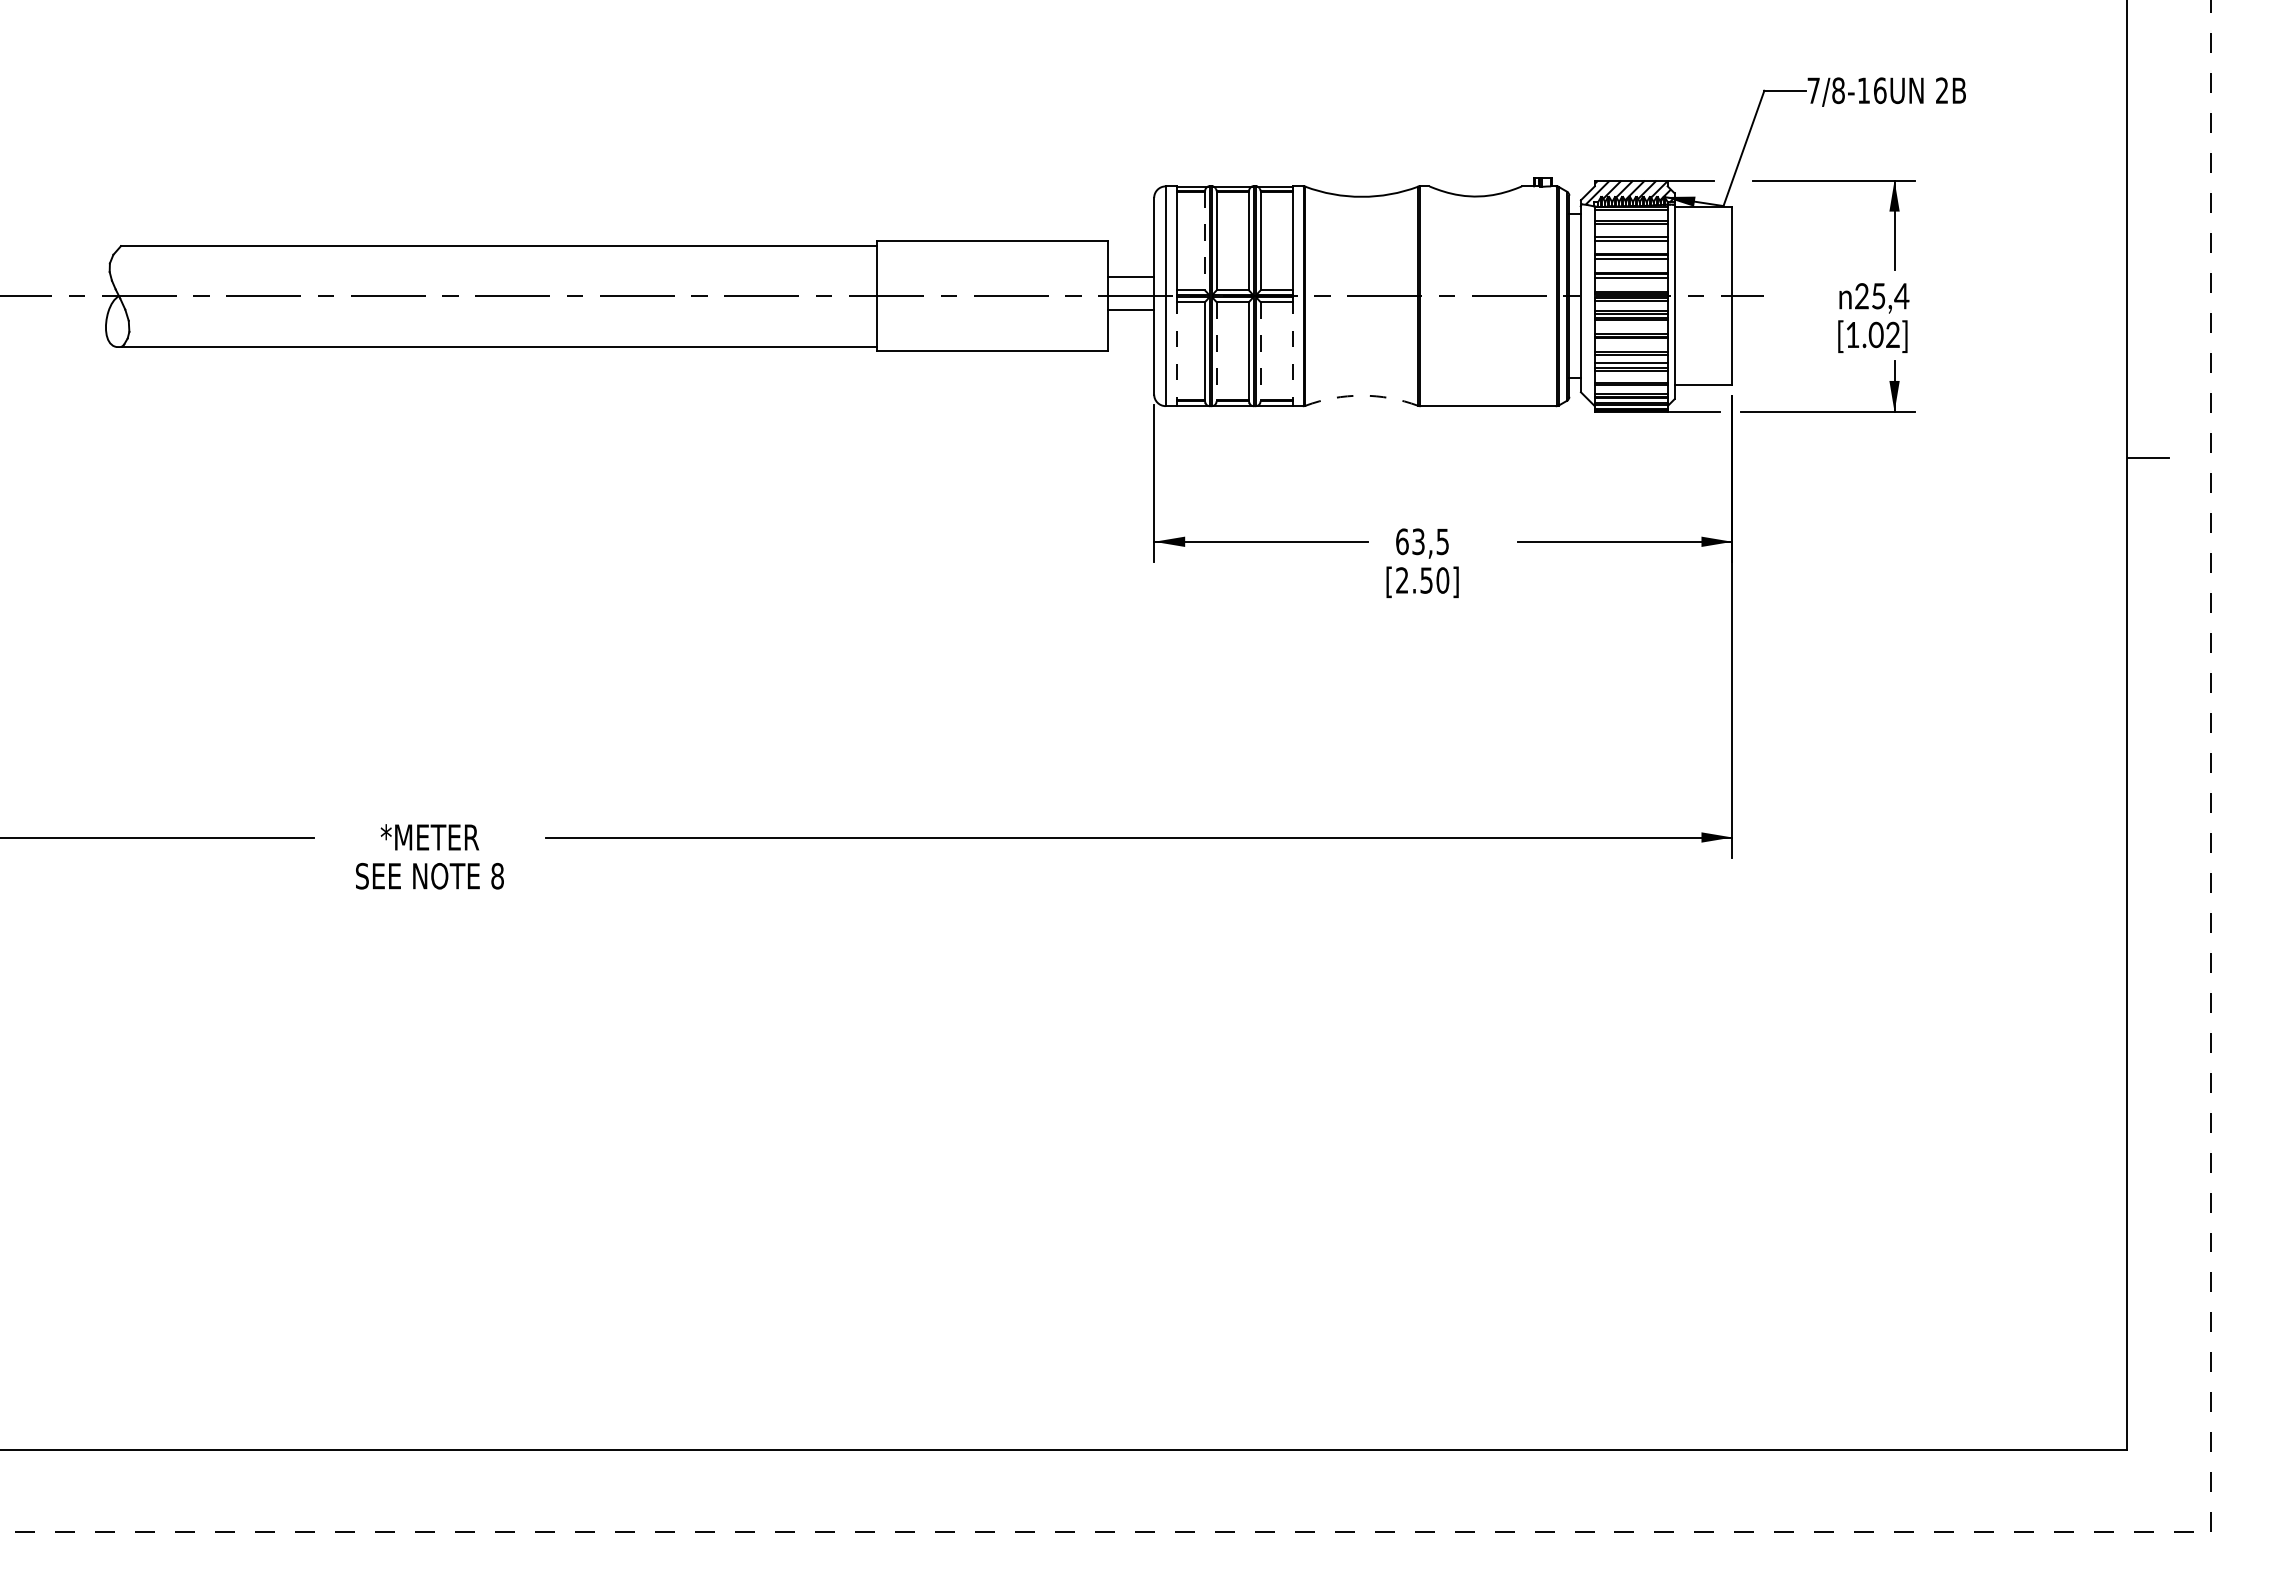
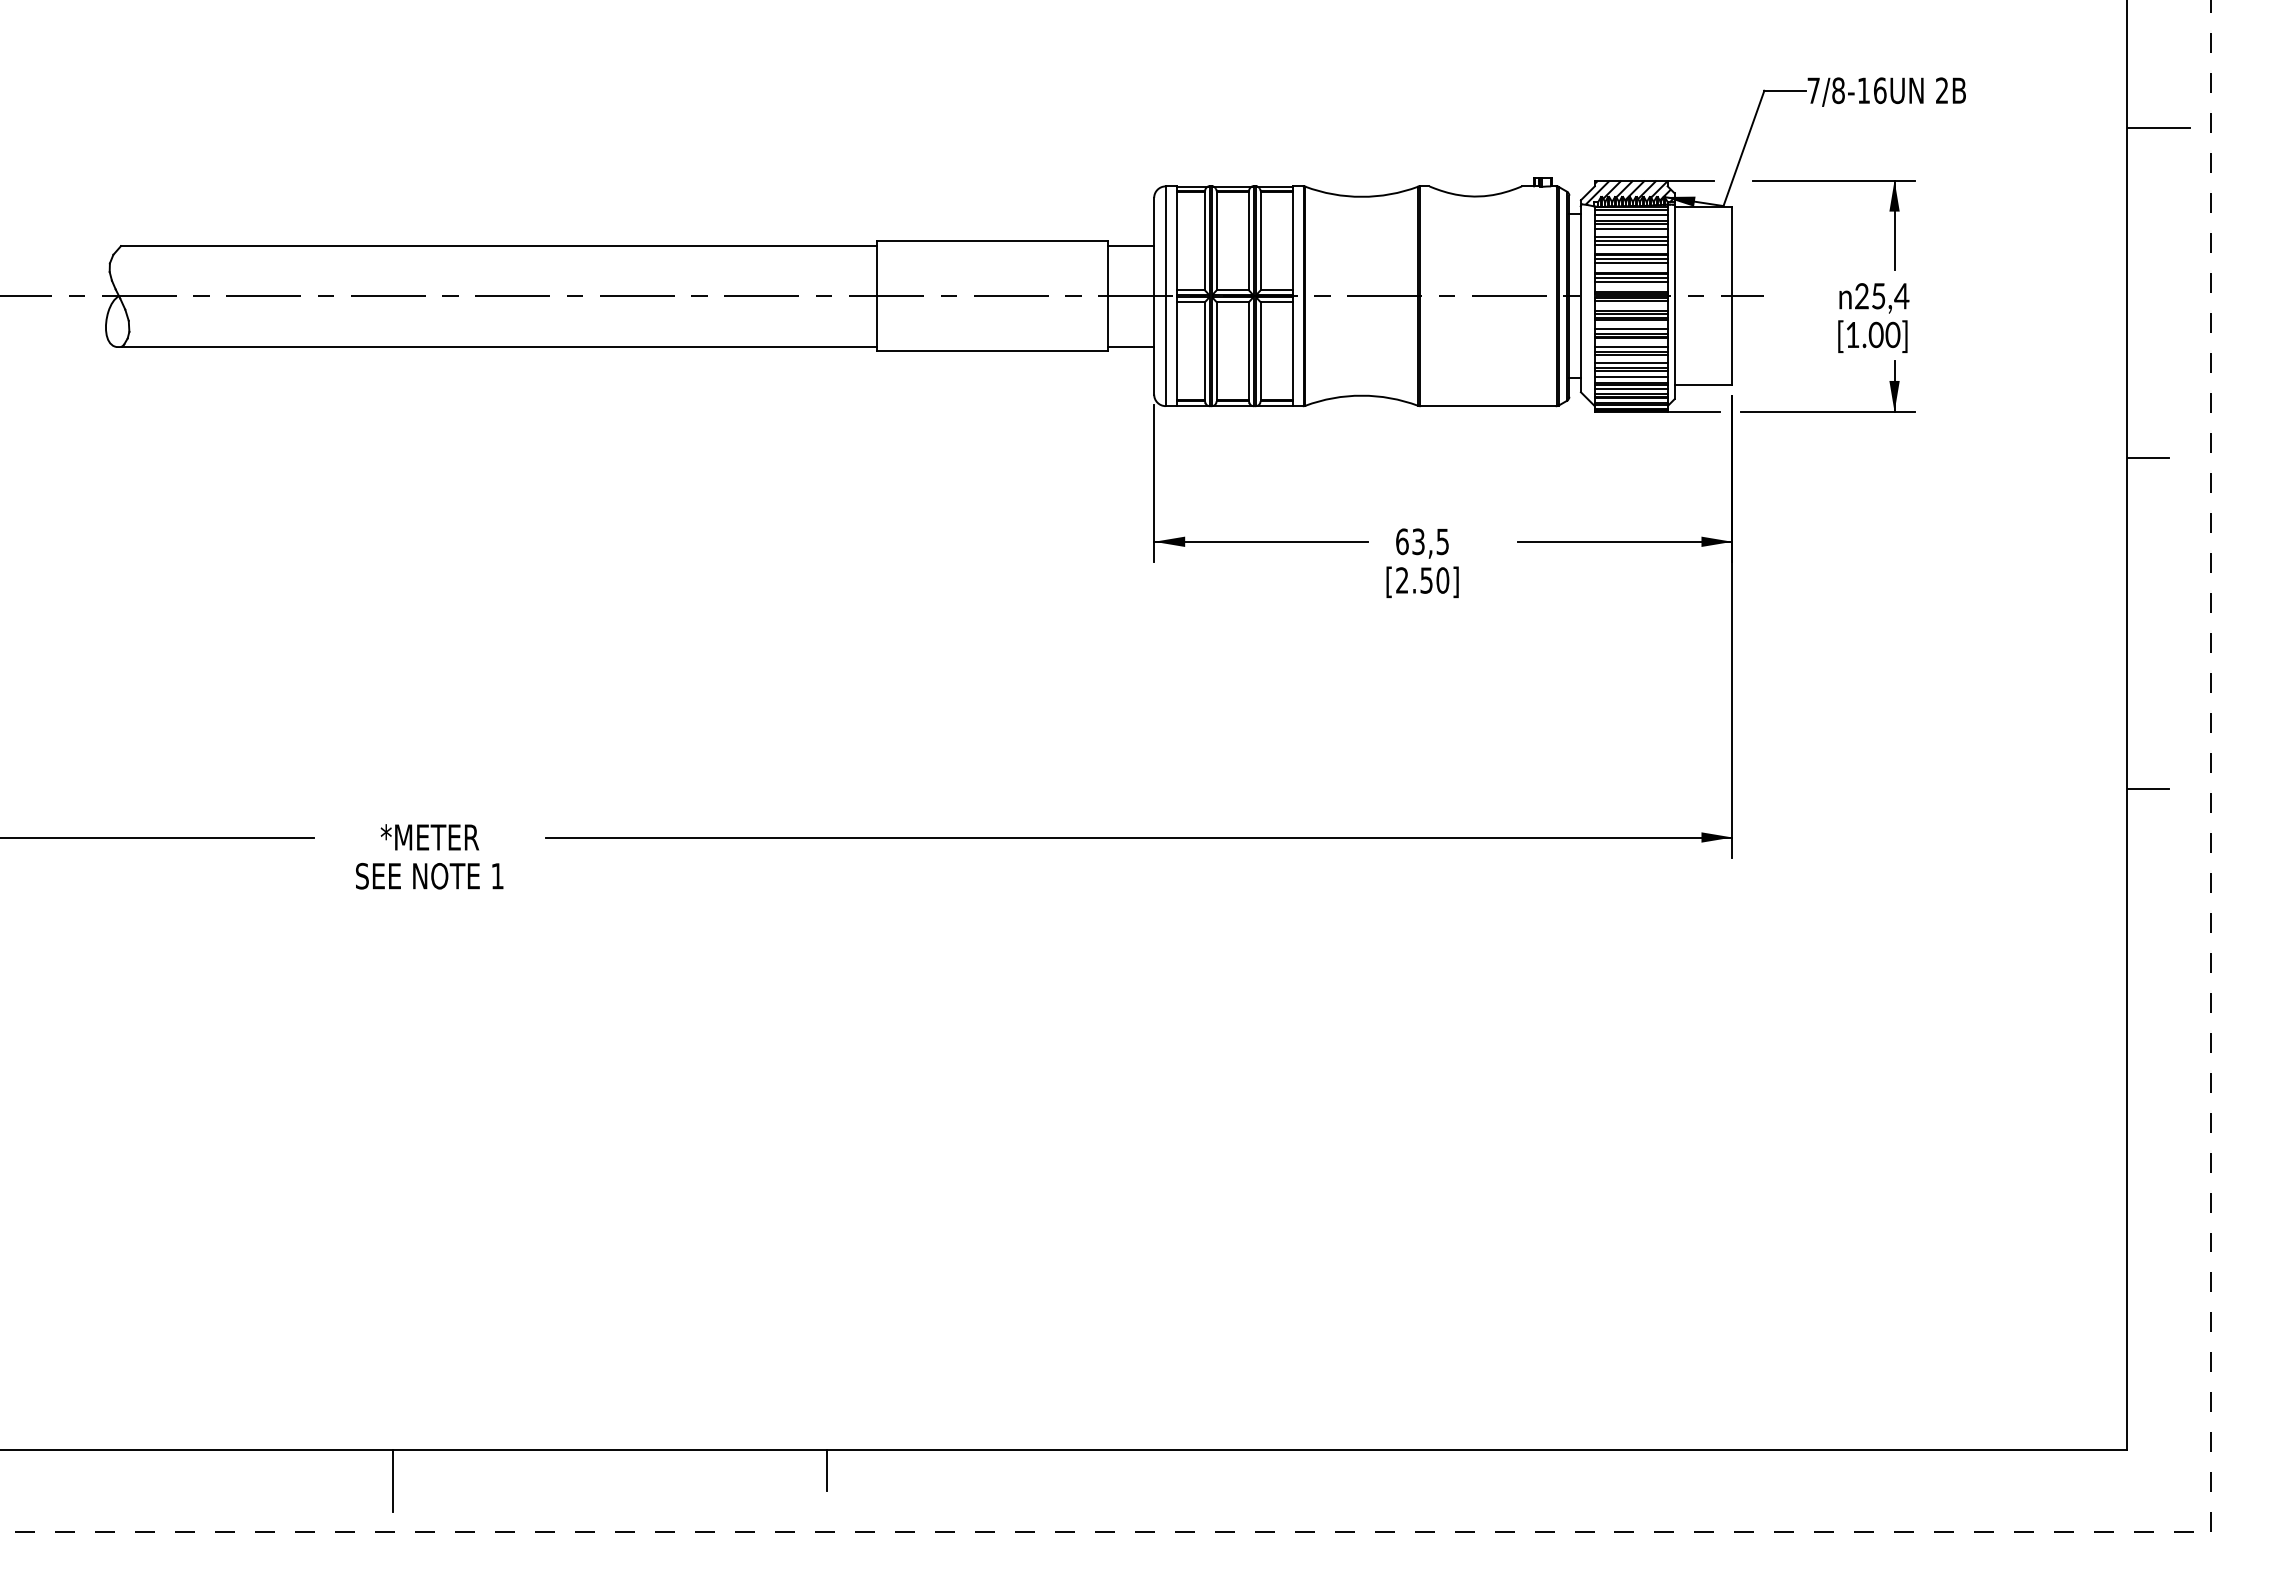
line at (2158, 127): none -> present
line at (1630, 215): none -> present
line at (1630, 229): none -> present
line at (1205, 240): dashed -> solid
line at (1630, 245): none -> present
line at (1630, 263): none -> present
line at (1130, 276) position: (1130, 276) -> (1130, 245)
line at (1630, 281): none -> present
line at (1130, 309) position: (1130, 309) -> (1130, 346)
line at (1630, 329): none -> present
text at (1892, 335): [1.02] -> [1.00]
line at (1630, 347): none -> present
line at (1216, 351): dashed -> solid
line at (1260, 351): dashed -> solid
line at (1177, 352): dashed -> solid
line at (1292, 352): dashed -> solid
line at (1630, 377): none -> present
line at (1630, 388): none -> present
arc at (1361, 395): dashed -> solid
line at (2148, 788): none -> present
text at (497, 875): 8 -> 1
line at (826, 1470): none -> present
line at (393, 1480): none -> present
